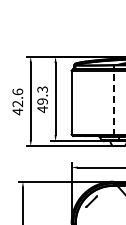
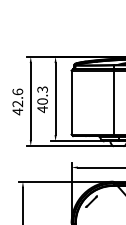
text at (42, 101): 49.3 -> 40.3
line at (113, 102): dashed -> solid
